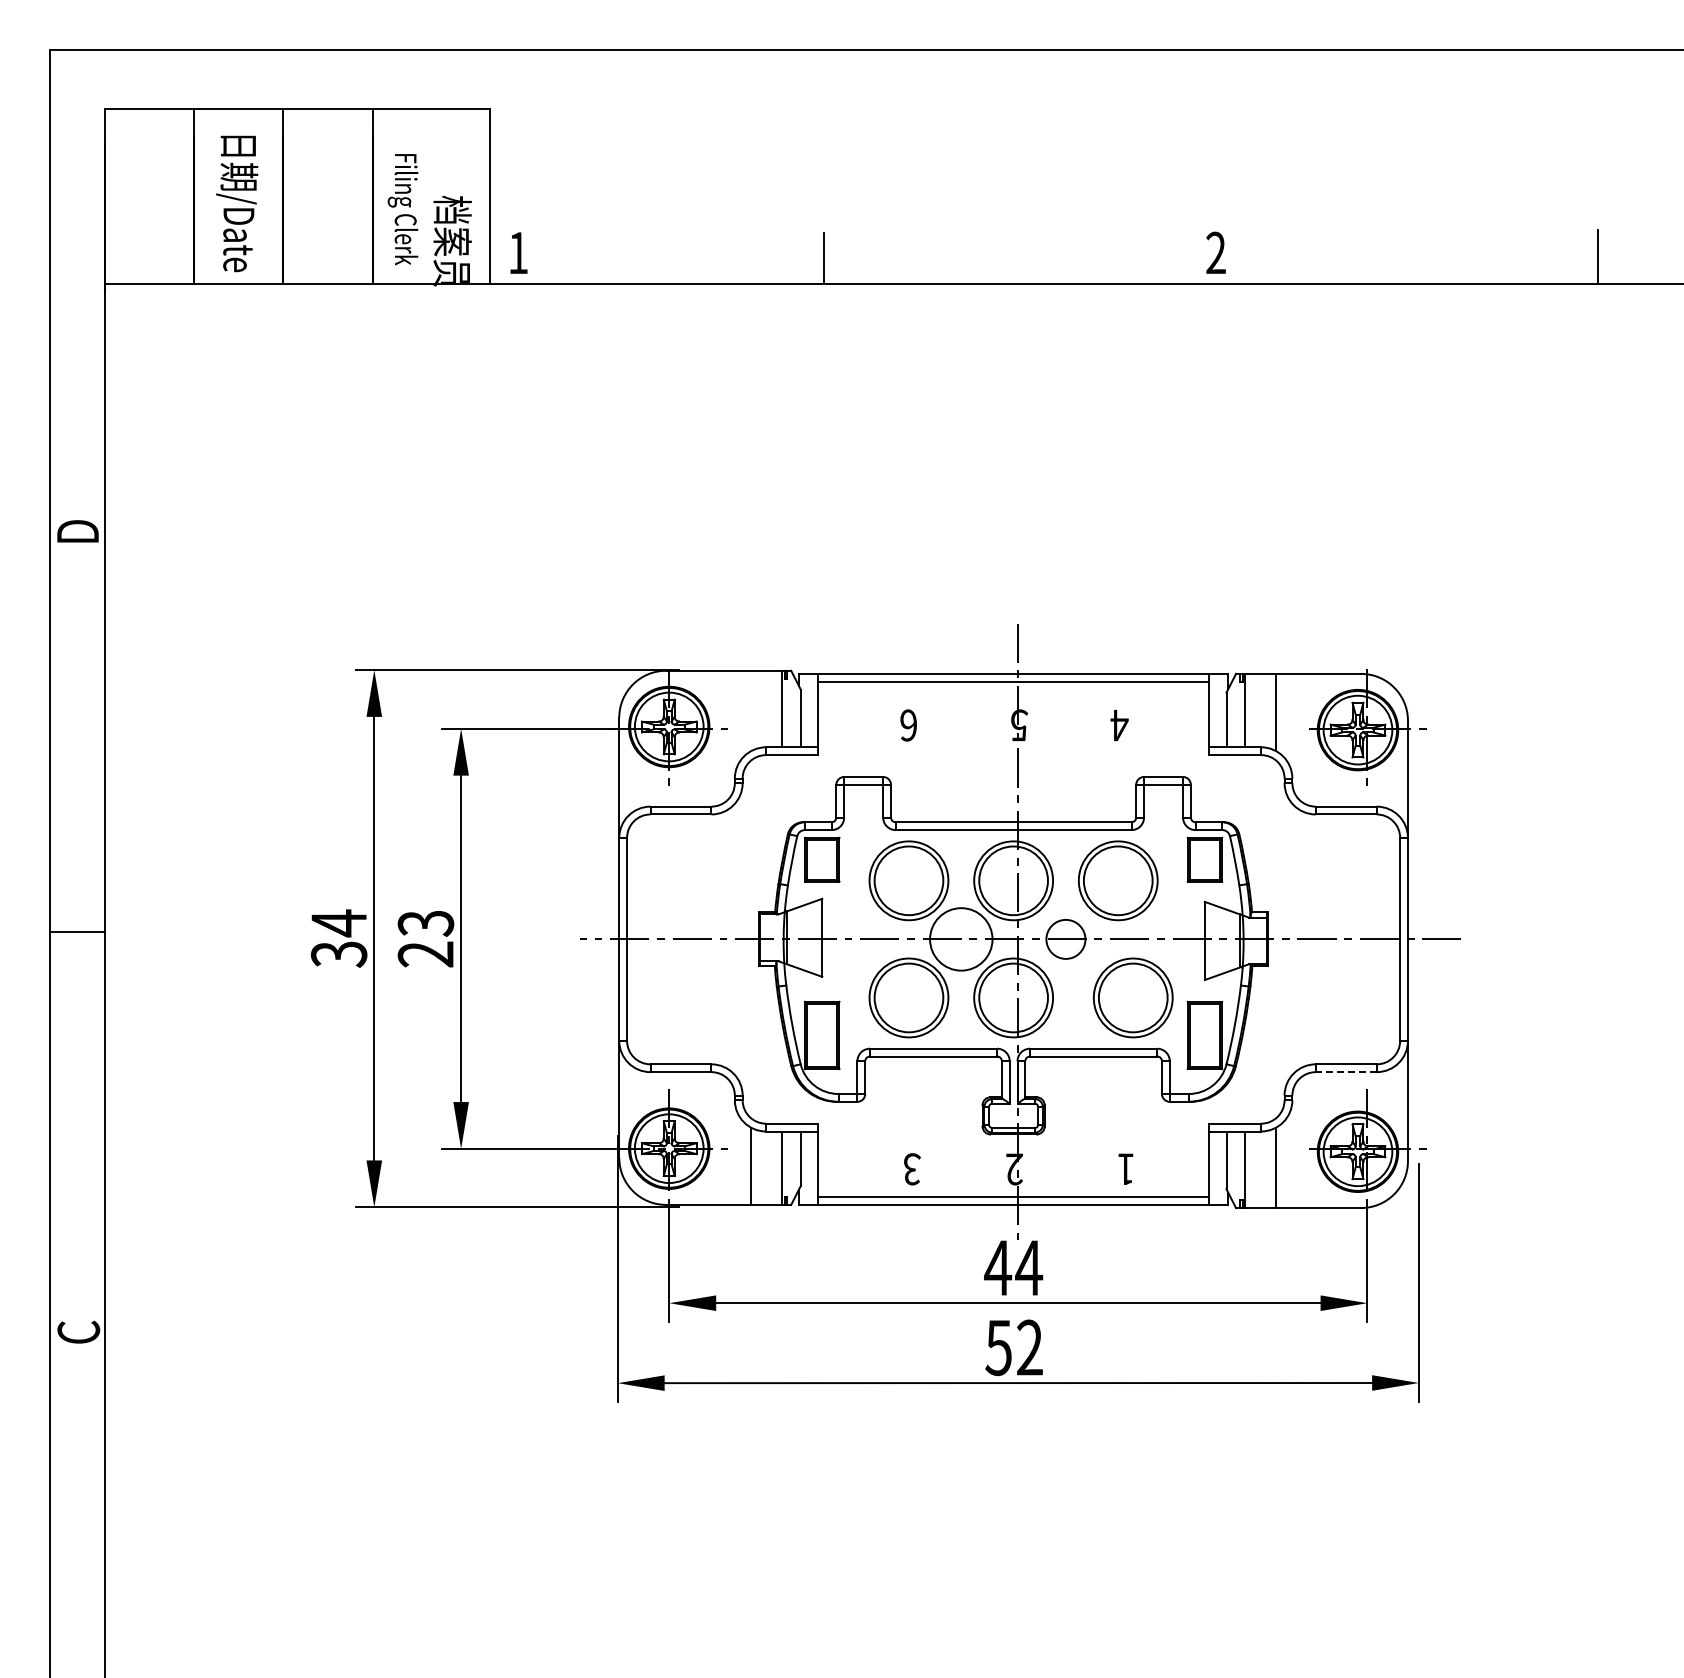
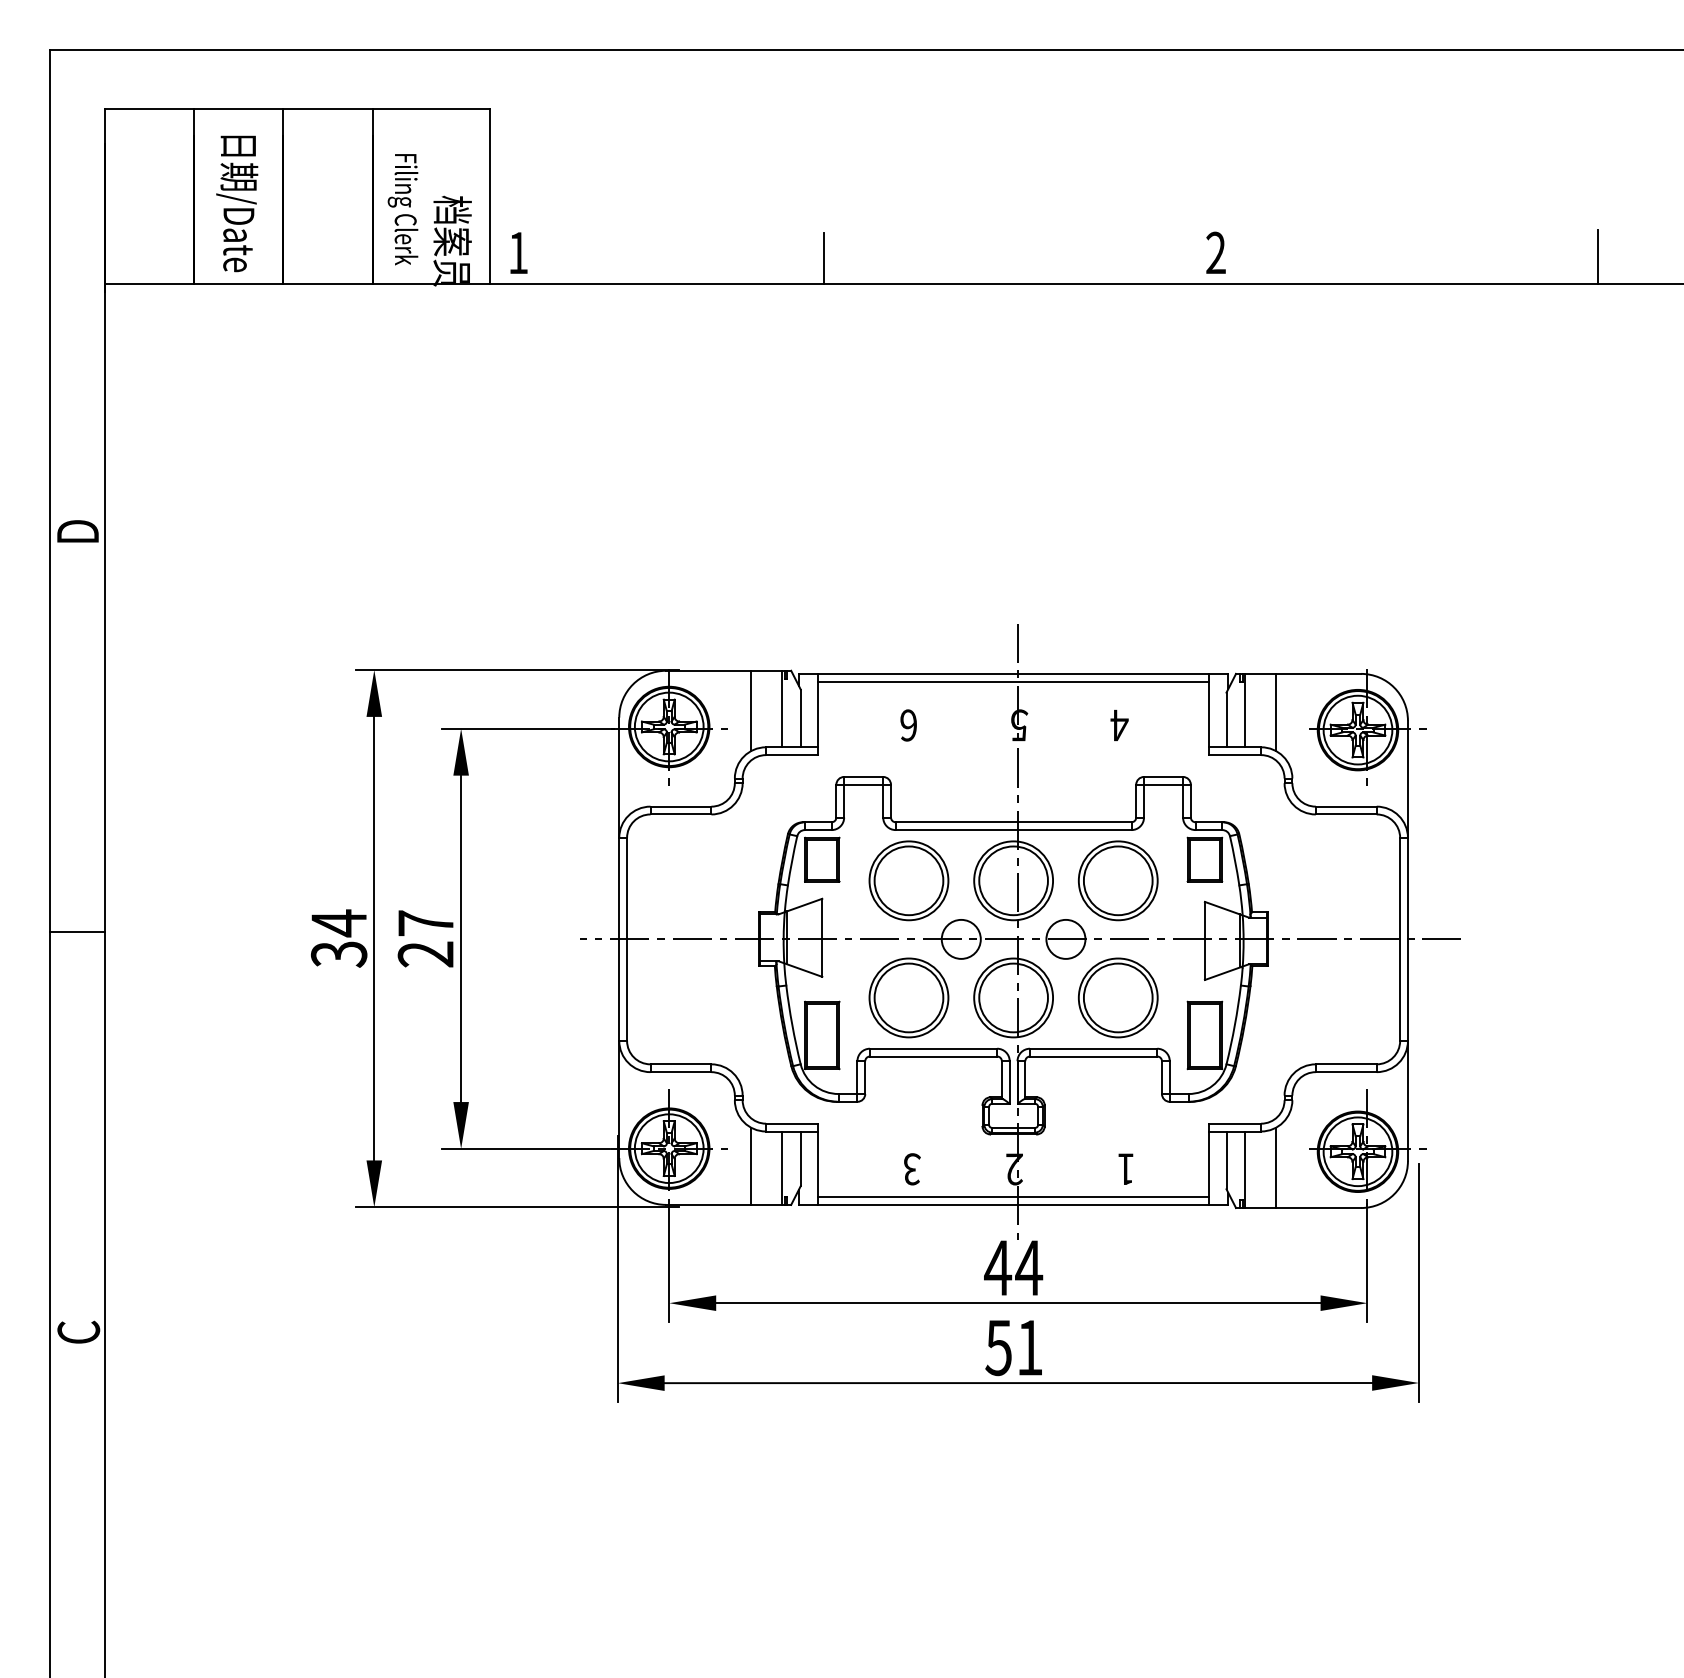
line at (750, 710): none -> present
text at (425, 923): 23 -> 27
circle at (961, 939) diameter: 62 px -> 39 px
part at (1132, 997) position: (1132, 997) -> (1117, 997)
line at (1345, 1072): dashed -> solid
text at (1029, 1347): 52 -> 51
